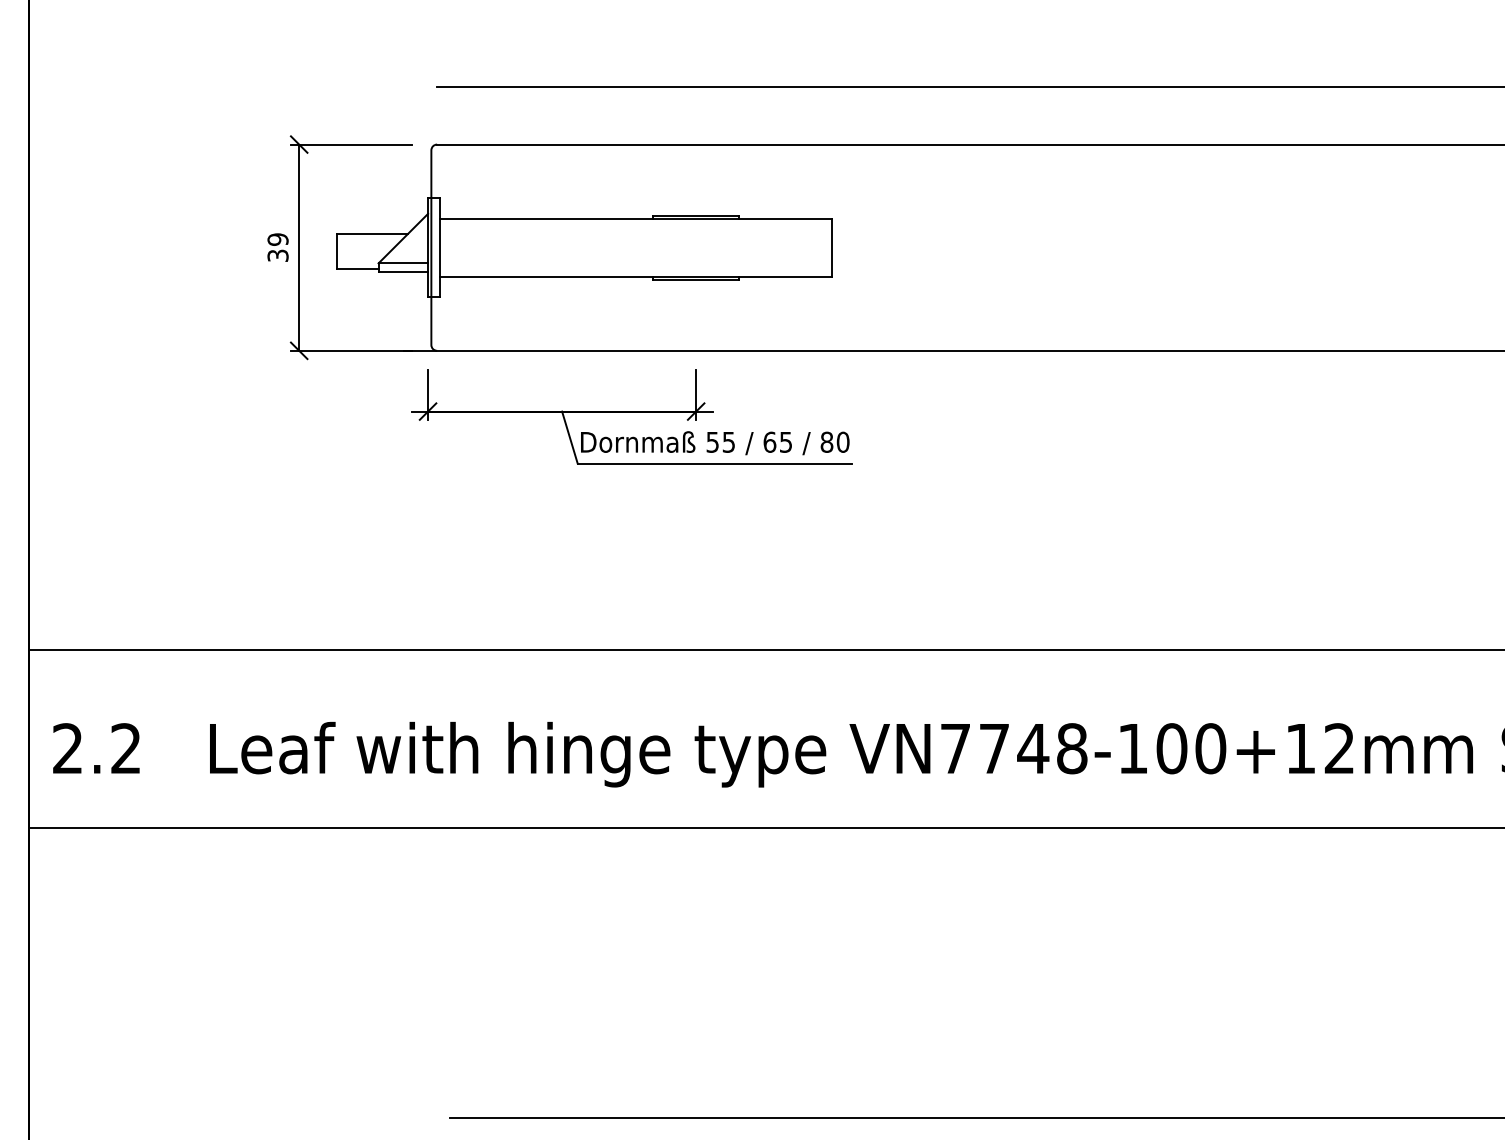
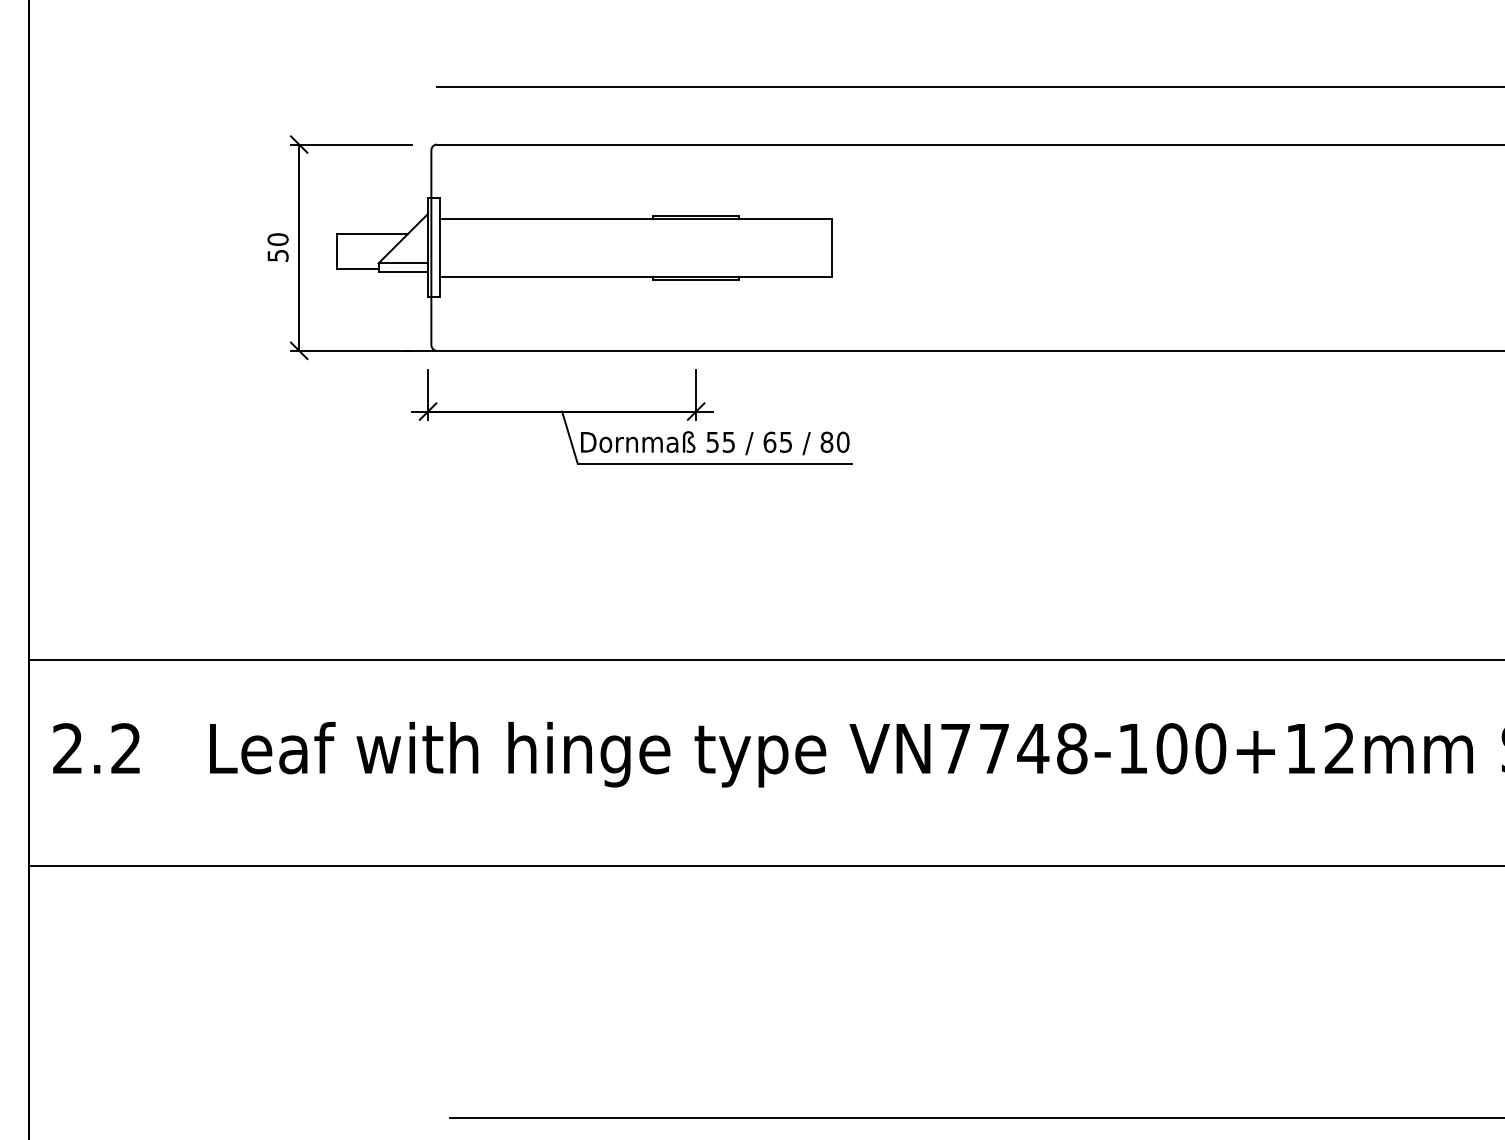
text at (277, 247): 39 -> 50
line at (765, 650) position: (765, 650) -> (765, 660)
line at (765, 828) position: (765, 828) -> (765, 866)
